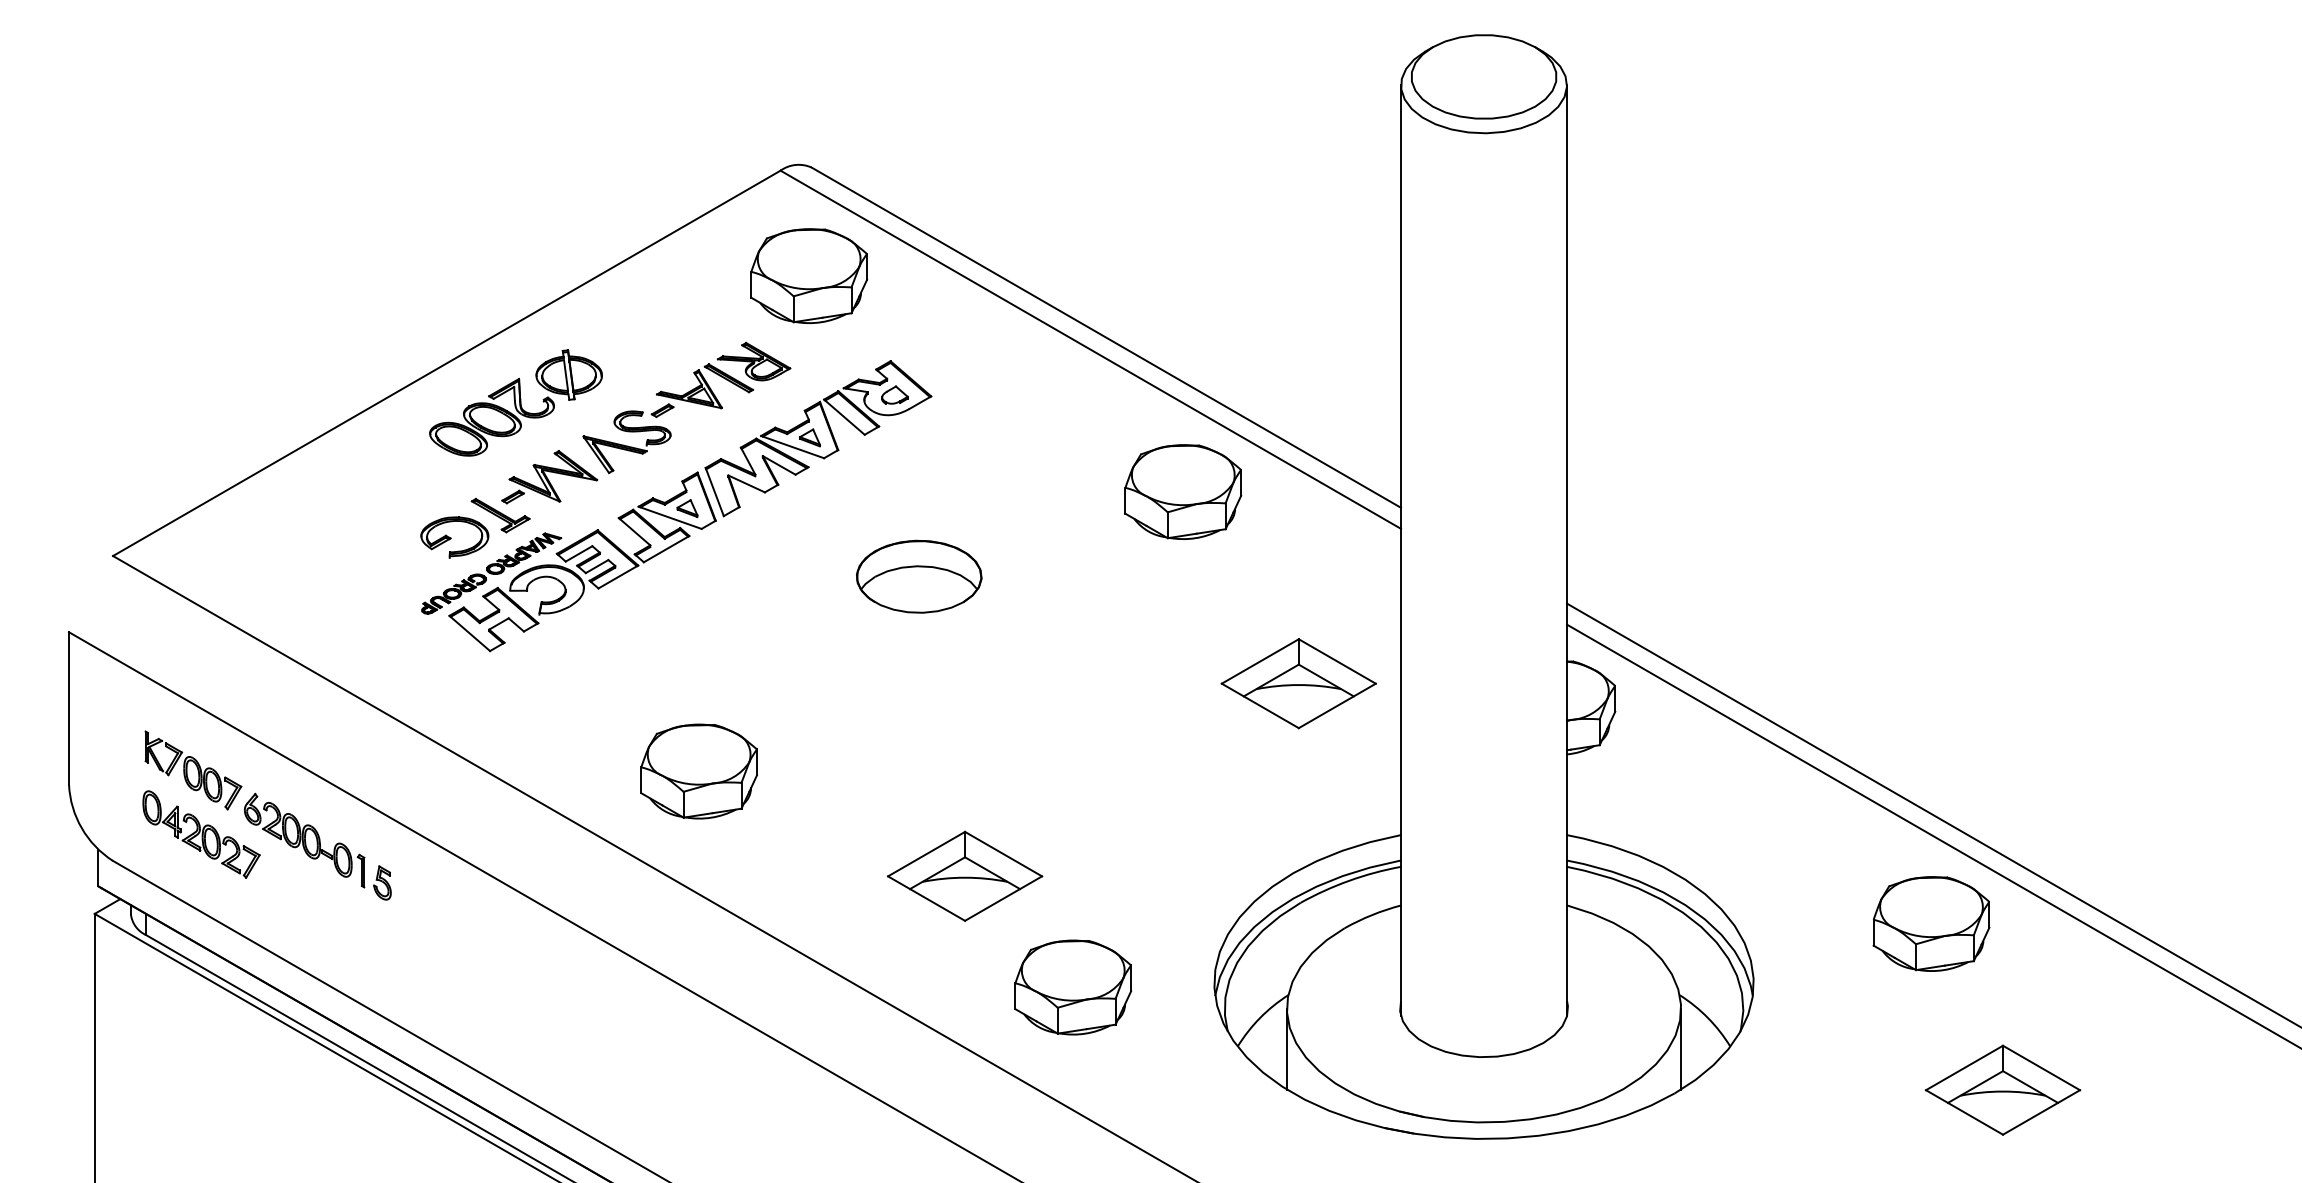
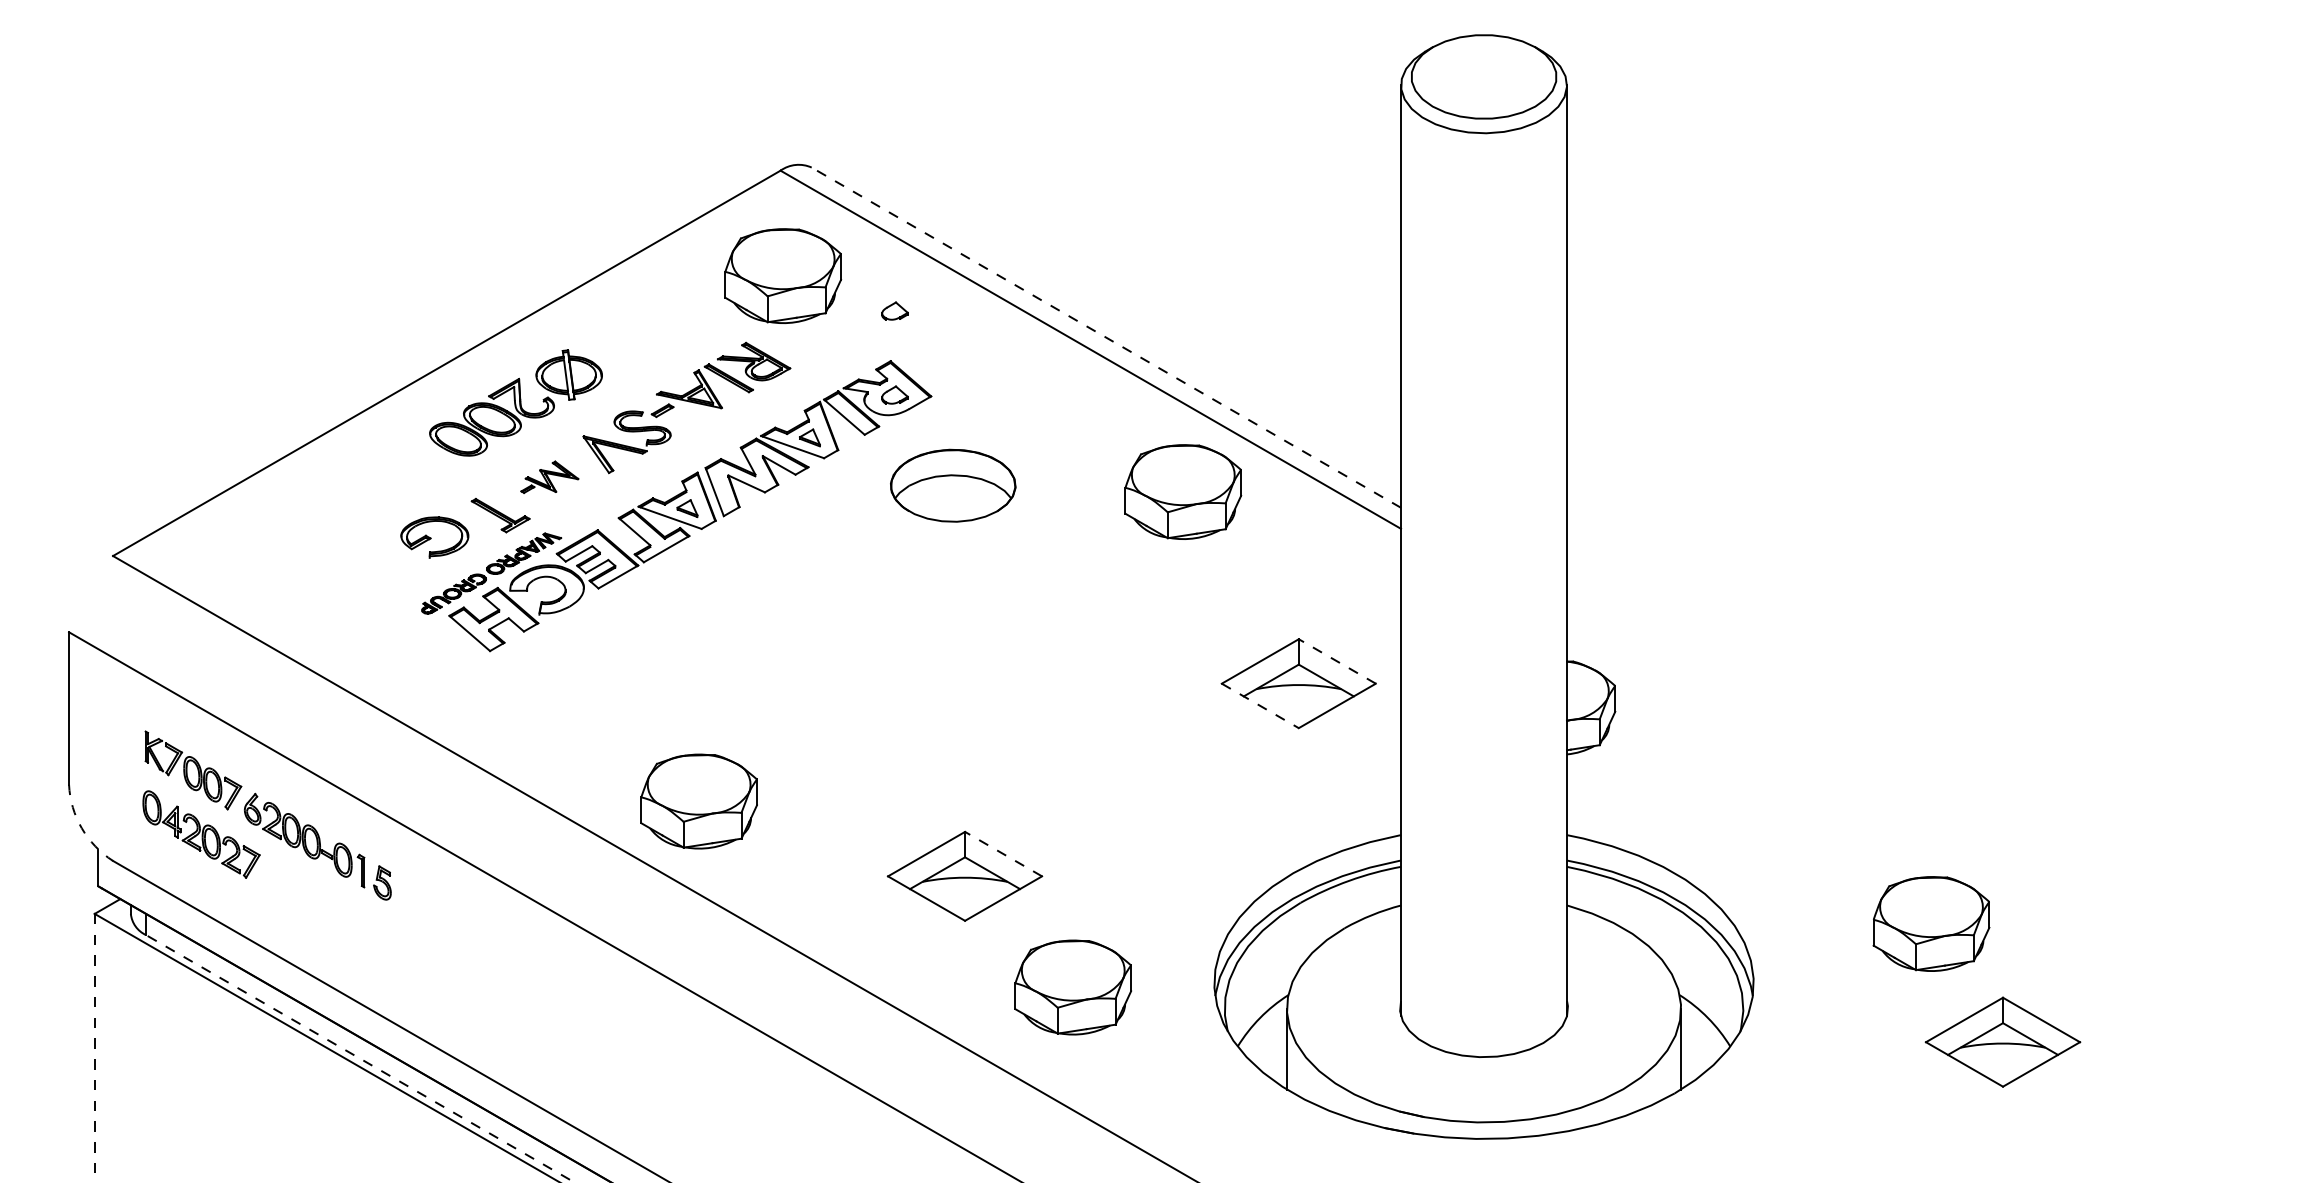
part at (809, 275) position: (809, 275) -> (783, 275)
part at (894, 310): none -> present
line at (1105, 337): solid -> dashed
part at (549, 477) size: 98x55 px -> 60x34 px
part at (454, 537) position: (454, 537) -> (434, 537)
part at (919, 576) position: (919, 576) -> (953, 485)
line at (1336, 661): solid -> dashed
line at (1260, 706): solid -> dashed
part at (698, 771) position: (698, 771) -> (698, 801)
line at (1932, 814): present -> none
arc at (81, 828): solid -> dashed
line at (1932, 835): present -> none
line at (1003, 853): solid -> dashed
line at (94, 1048): solid -> dashed
line at (359, 1058): solid -> dashed
part at (2002, 1089) position: (2002, 1089) -> (2002, 1041)
